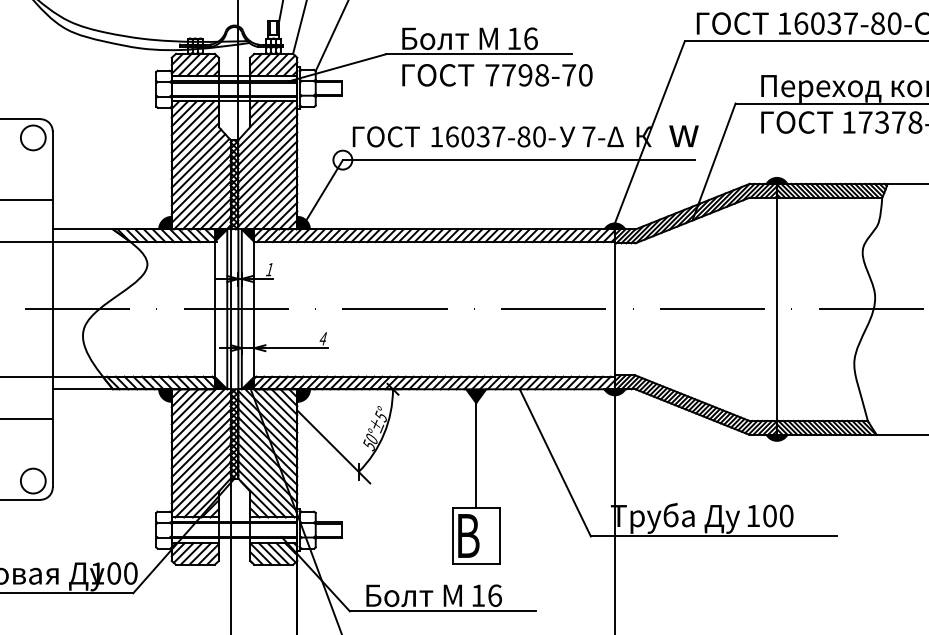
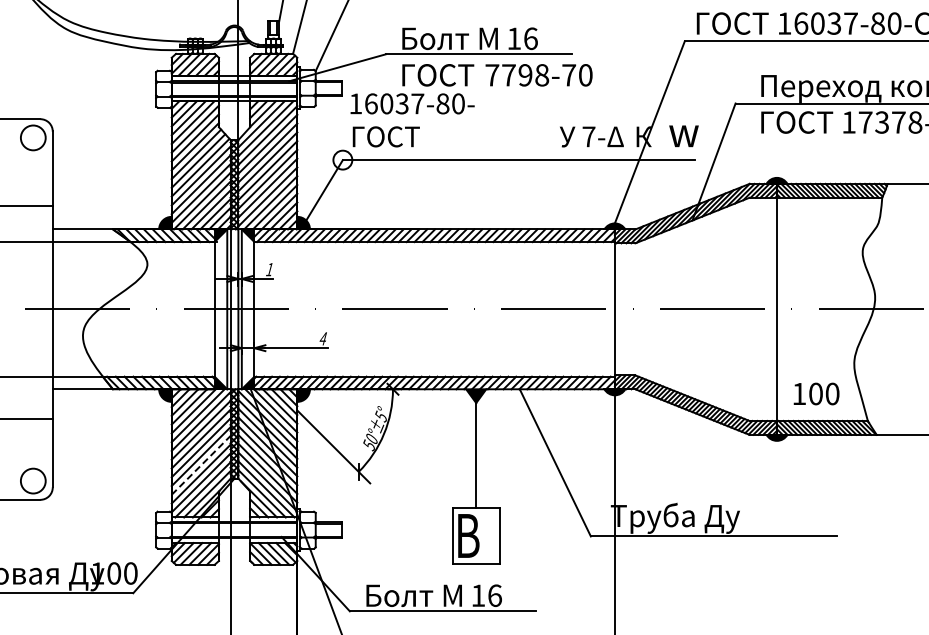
text at (493, 136) position: (493, 136) -> (412, 103)
line at (27, 199) position: (27, 199) -> (27, 205)
line at (201, 465): solid -> dashed
text at (770, 515) position: (770, 515) -> (816, 393)
